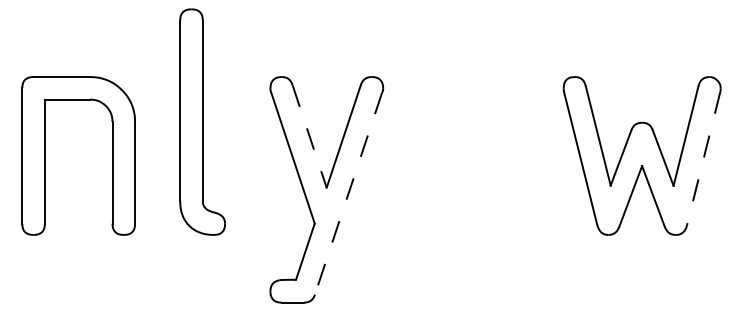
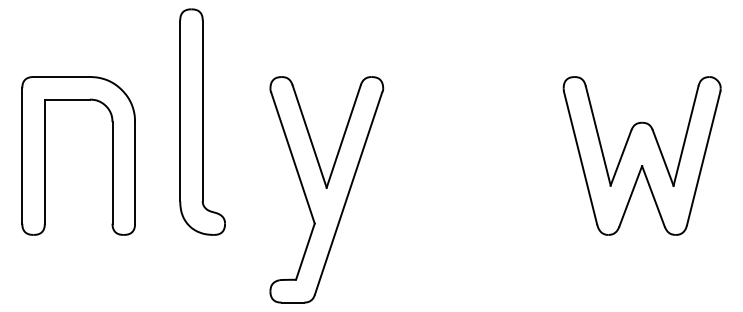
line at (309, 136): dashed -> solid
line at (703, 158): dashed -> solid
line at (348, 194): dashed -> solid
